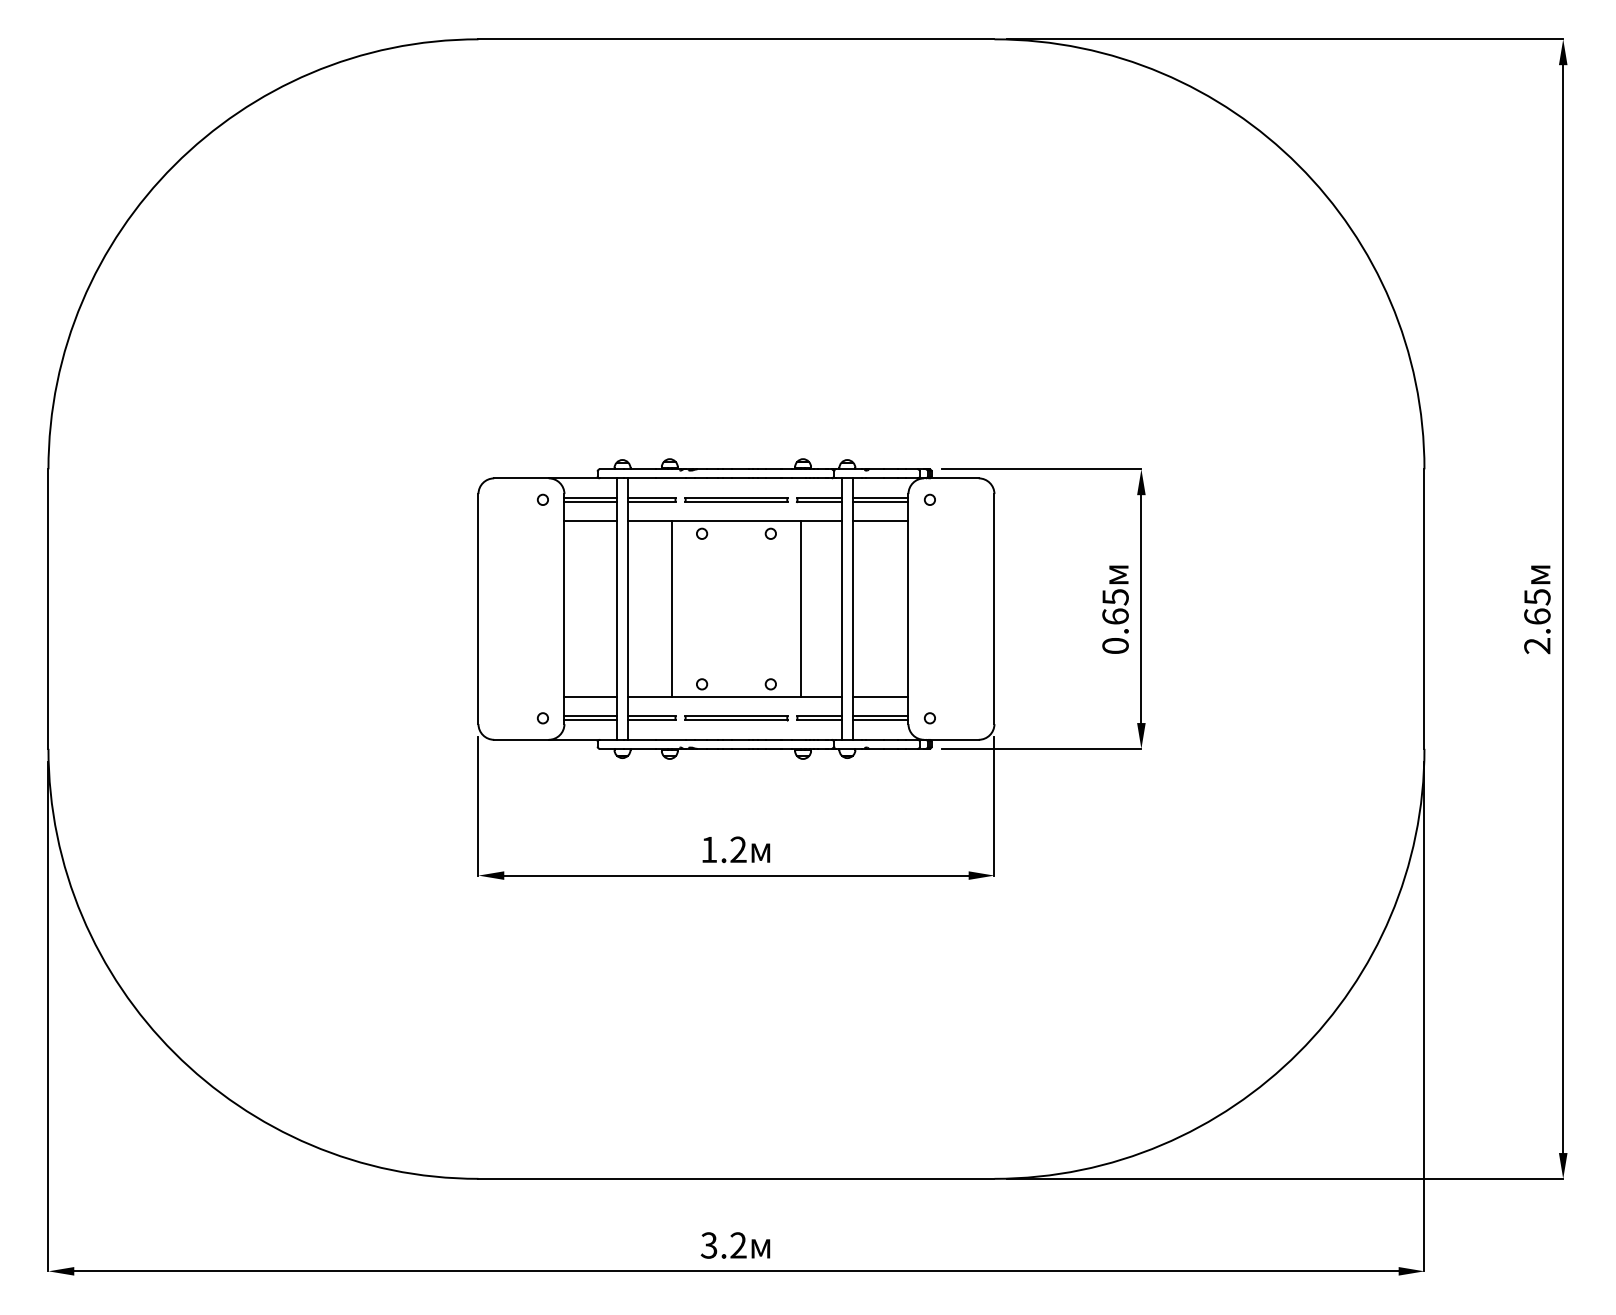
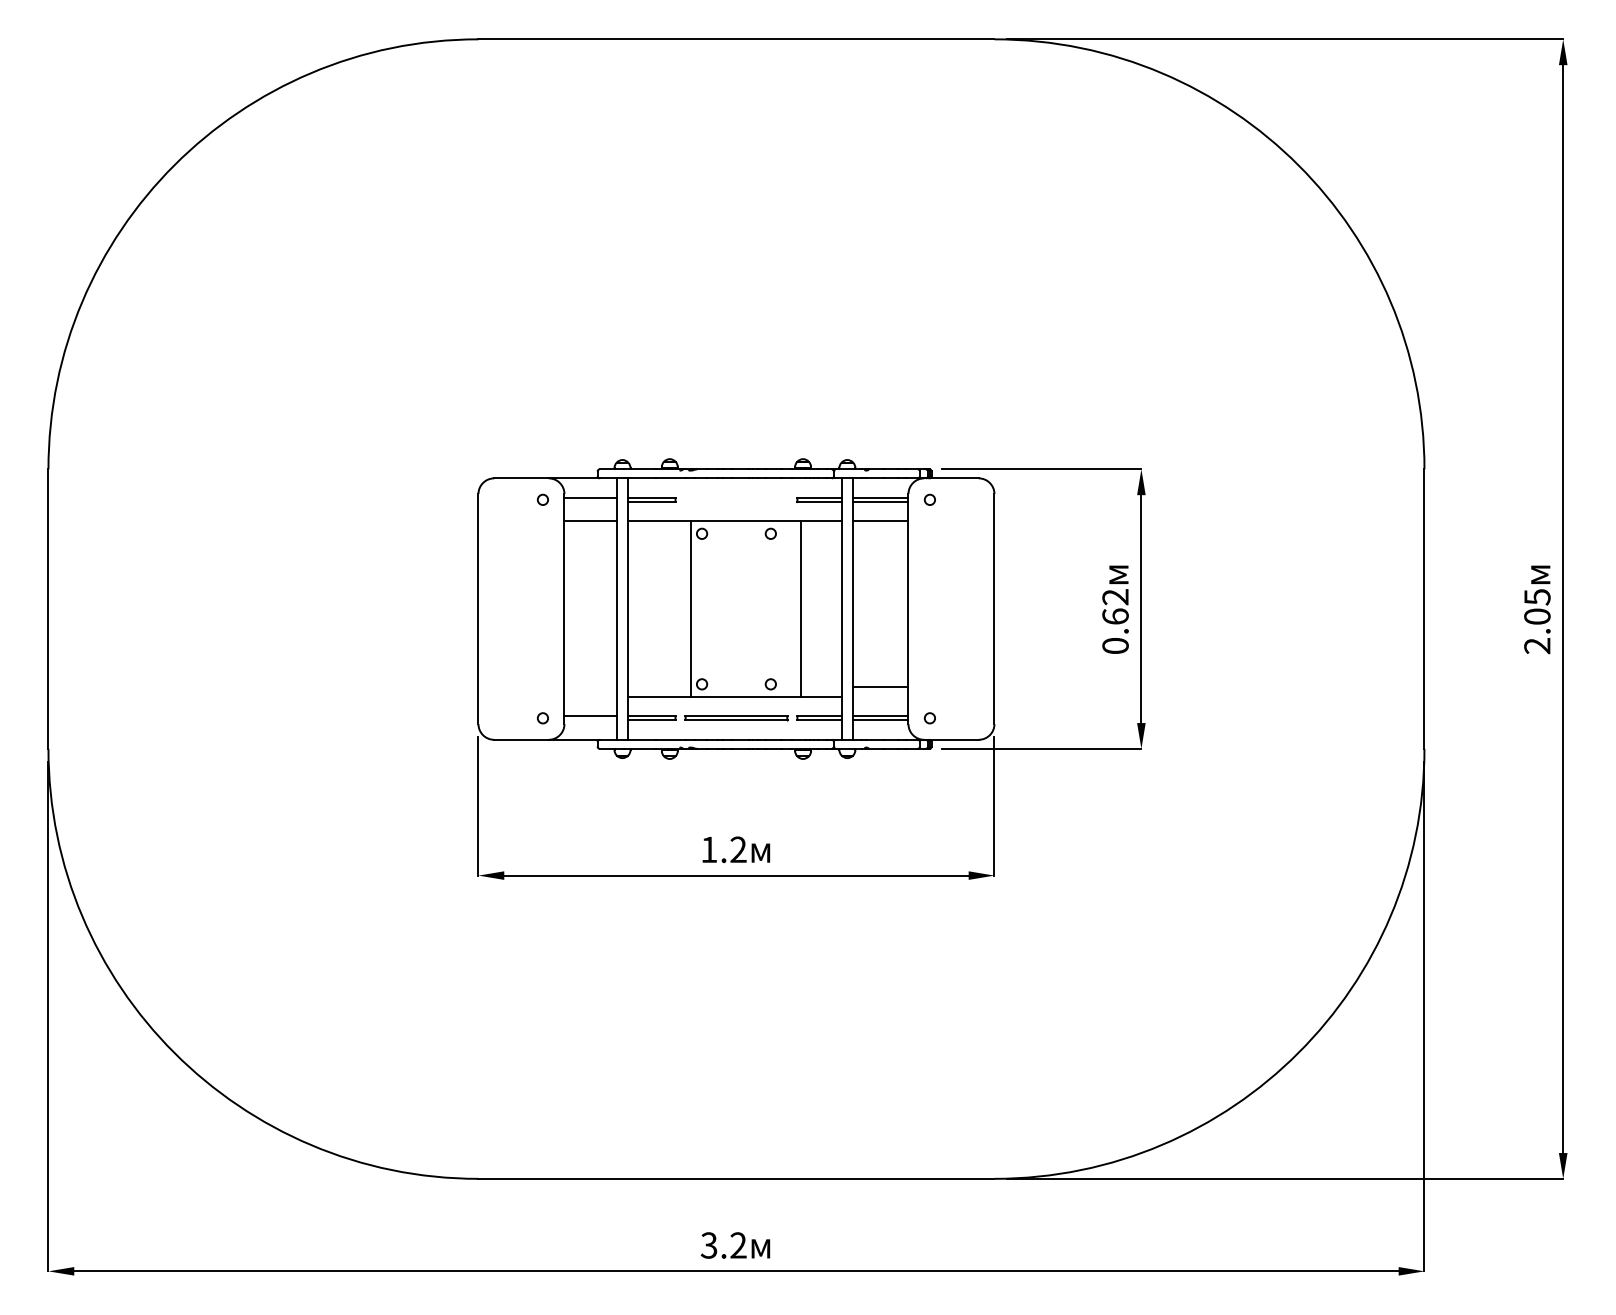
part at (736, 499): present -> none
line at (590, 502): present -> none
text at (1115, 597): 0.65 -> 0.62
line at (671, 608) position: (671, 608) -> (690, 608)
text at (1537, 616): 2.65 -> 2.05
line at (590, 696): present -> none
line at (880, 696) position: (880, 696) -> (880, 686)
line at (590, 720): present -> none
